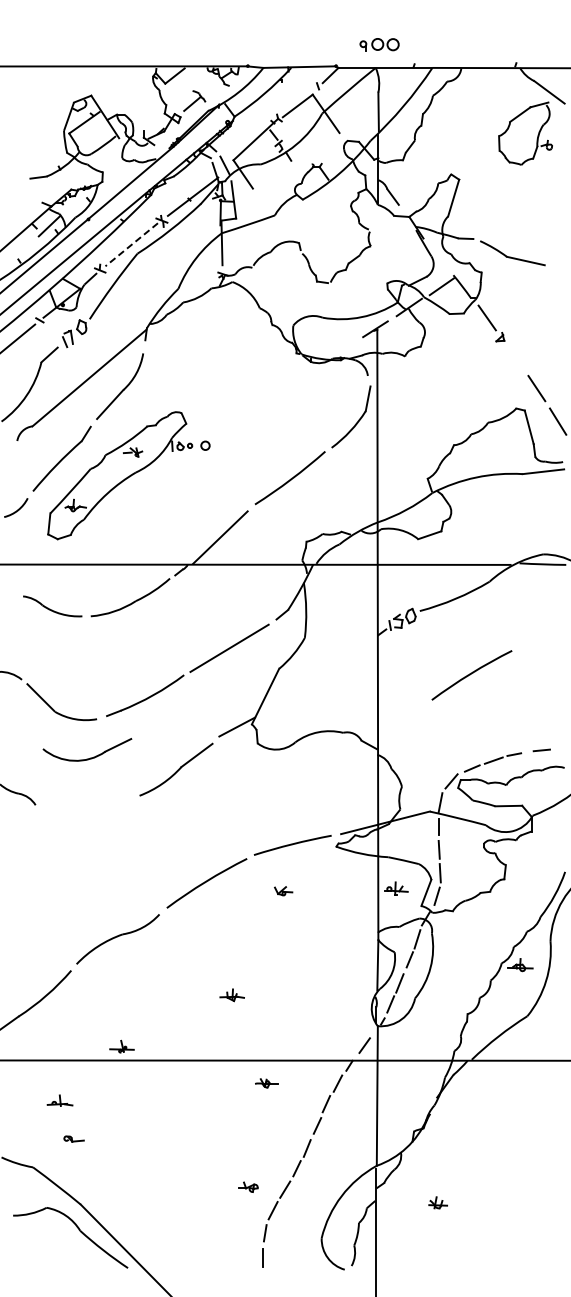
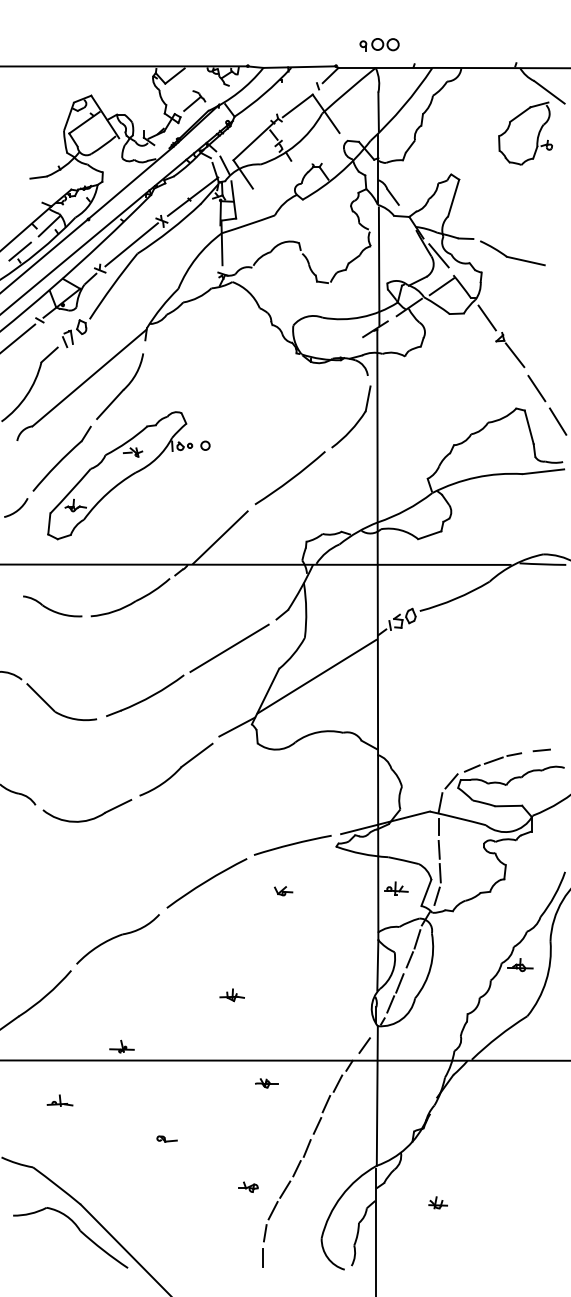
line at (131, 244): dashed -> solid
line at (19, 251): none -> present
line at (438, 255): none -> present
line at (378, 266): none -> present
line at (514, 355): none -> present
arc at (471, 674): present -> none
line at (316, 676): none -> present
part at (90, 757) position: (90, 757) -> (90, 818)
part at (73, 1138) position: (73, 1138) -> (166, 1138)
